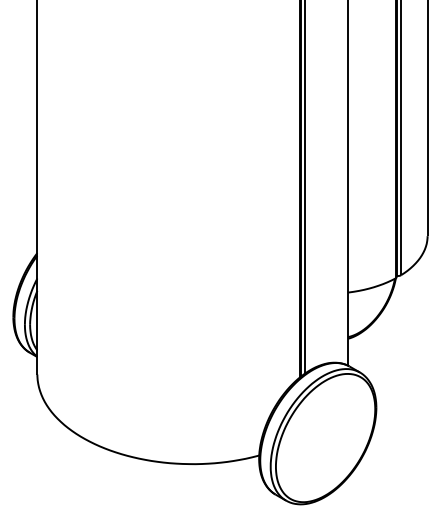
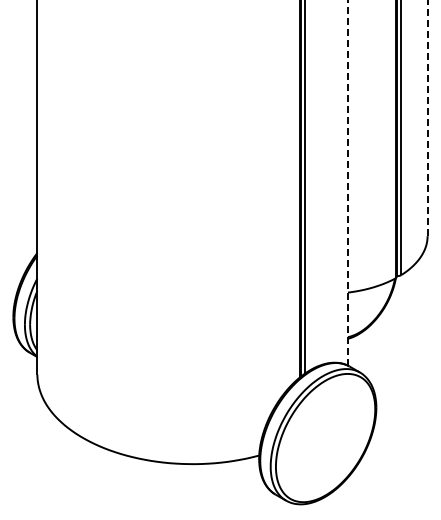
line at (427, 118): solid -> dashed
line at (348, 182): solid -> dashed
